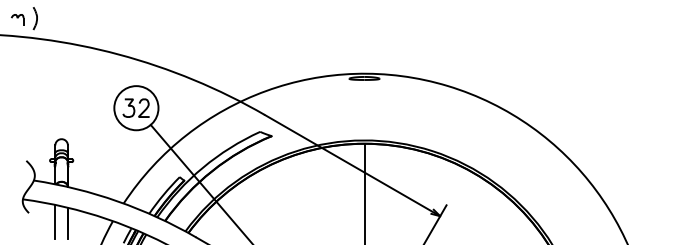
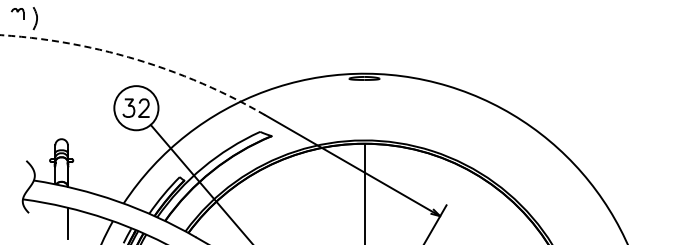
part at (17, 19) position: (17, 19) -> (17, 13)
arc at (136, 59): solid -> dashed
line at (55, 221): present -> none
